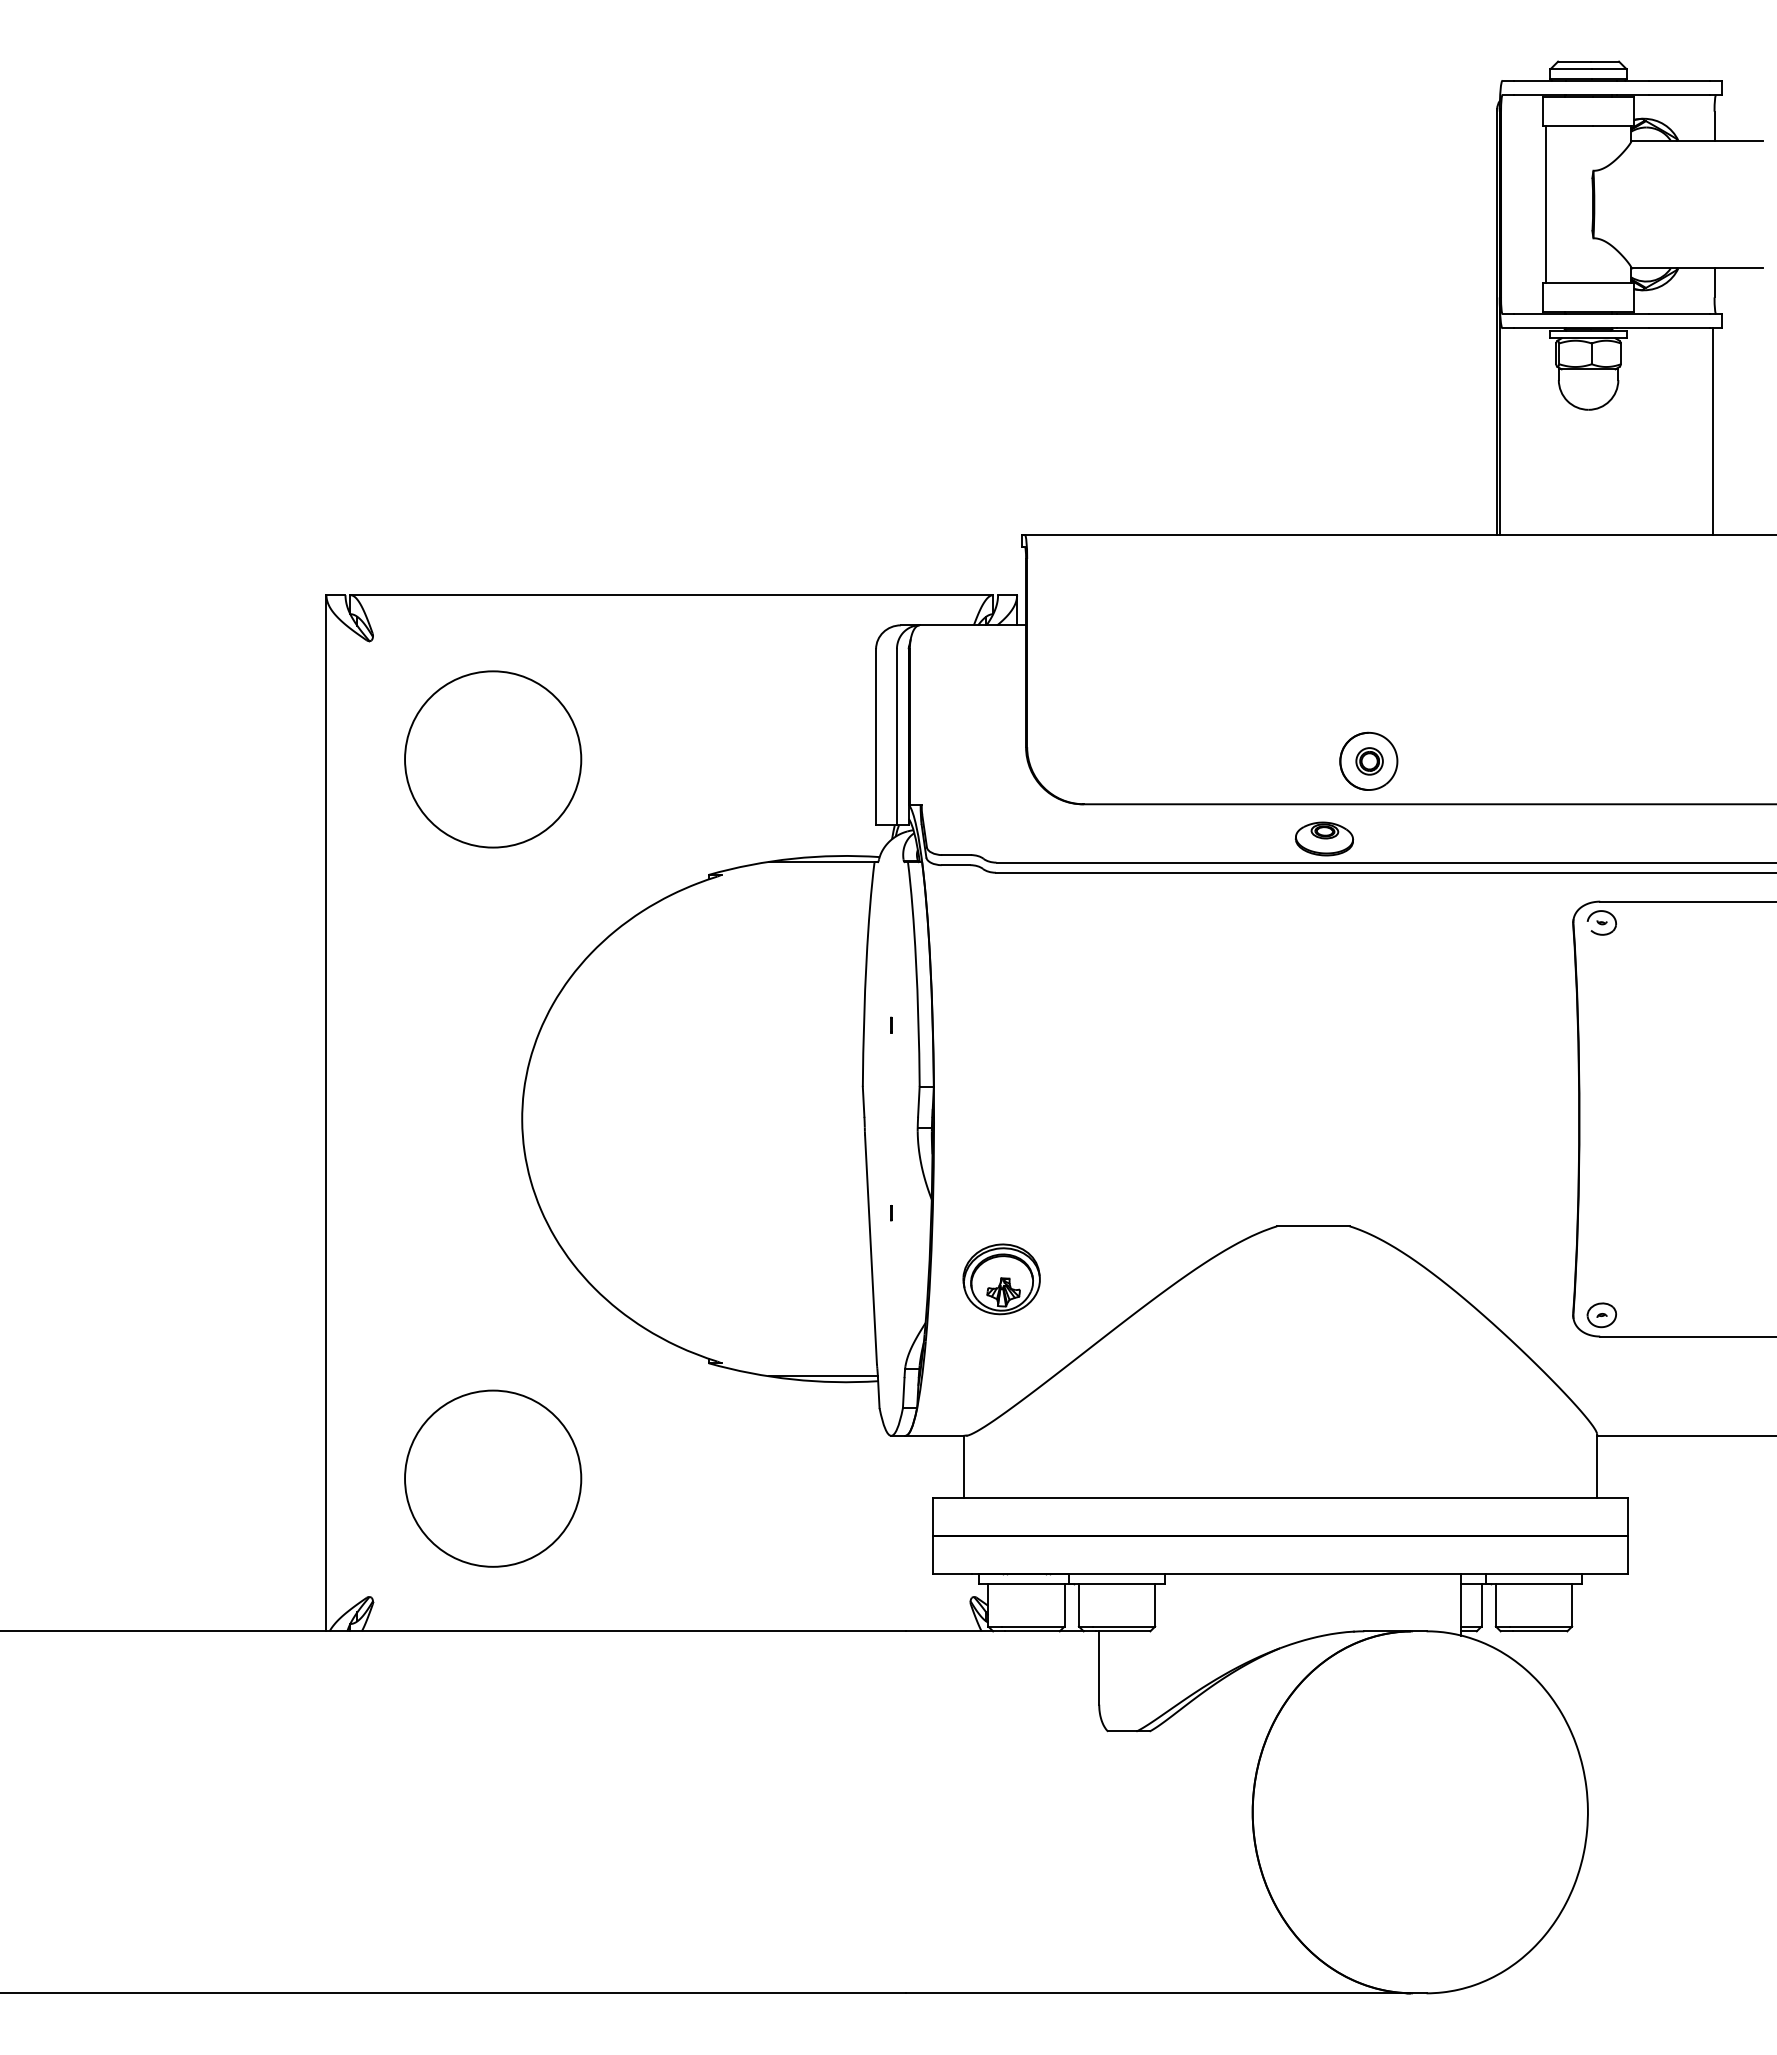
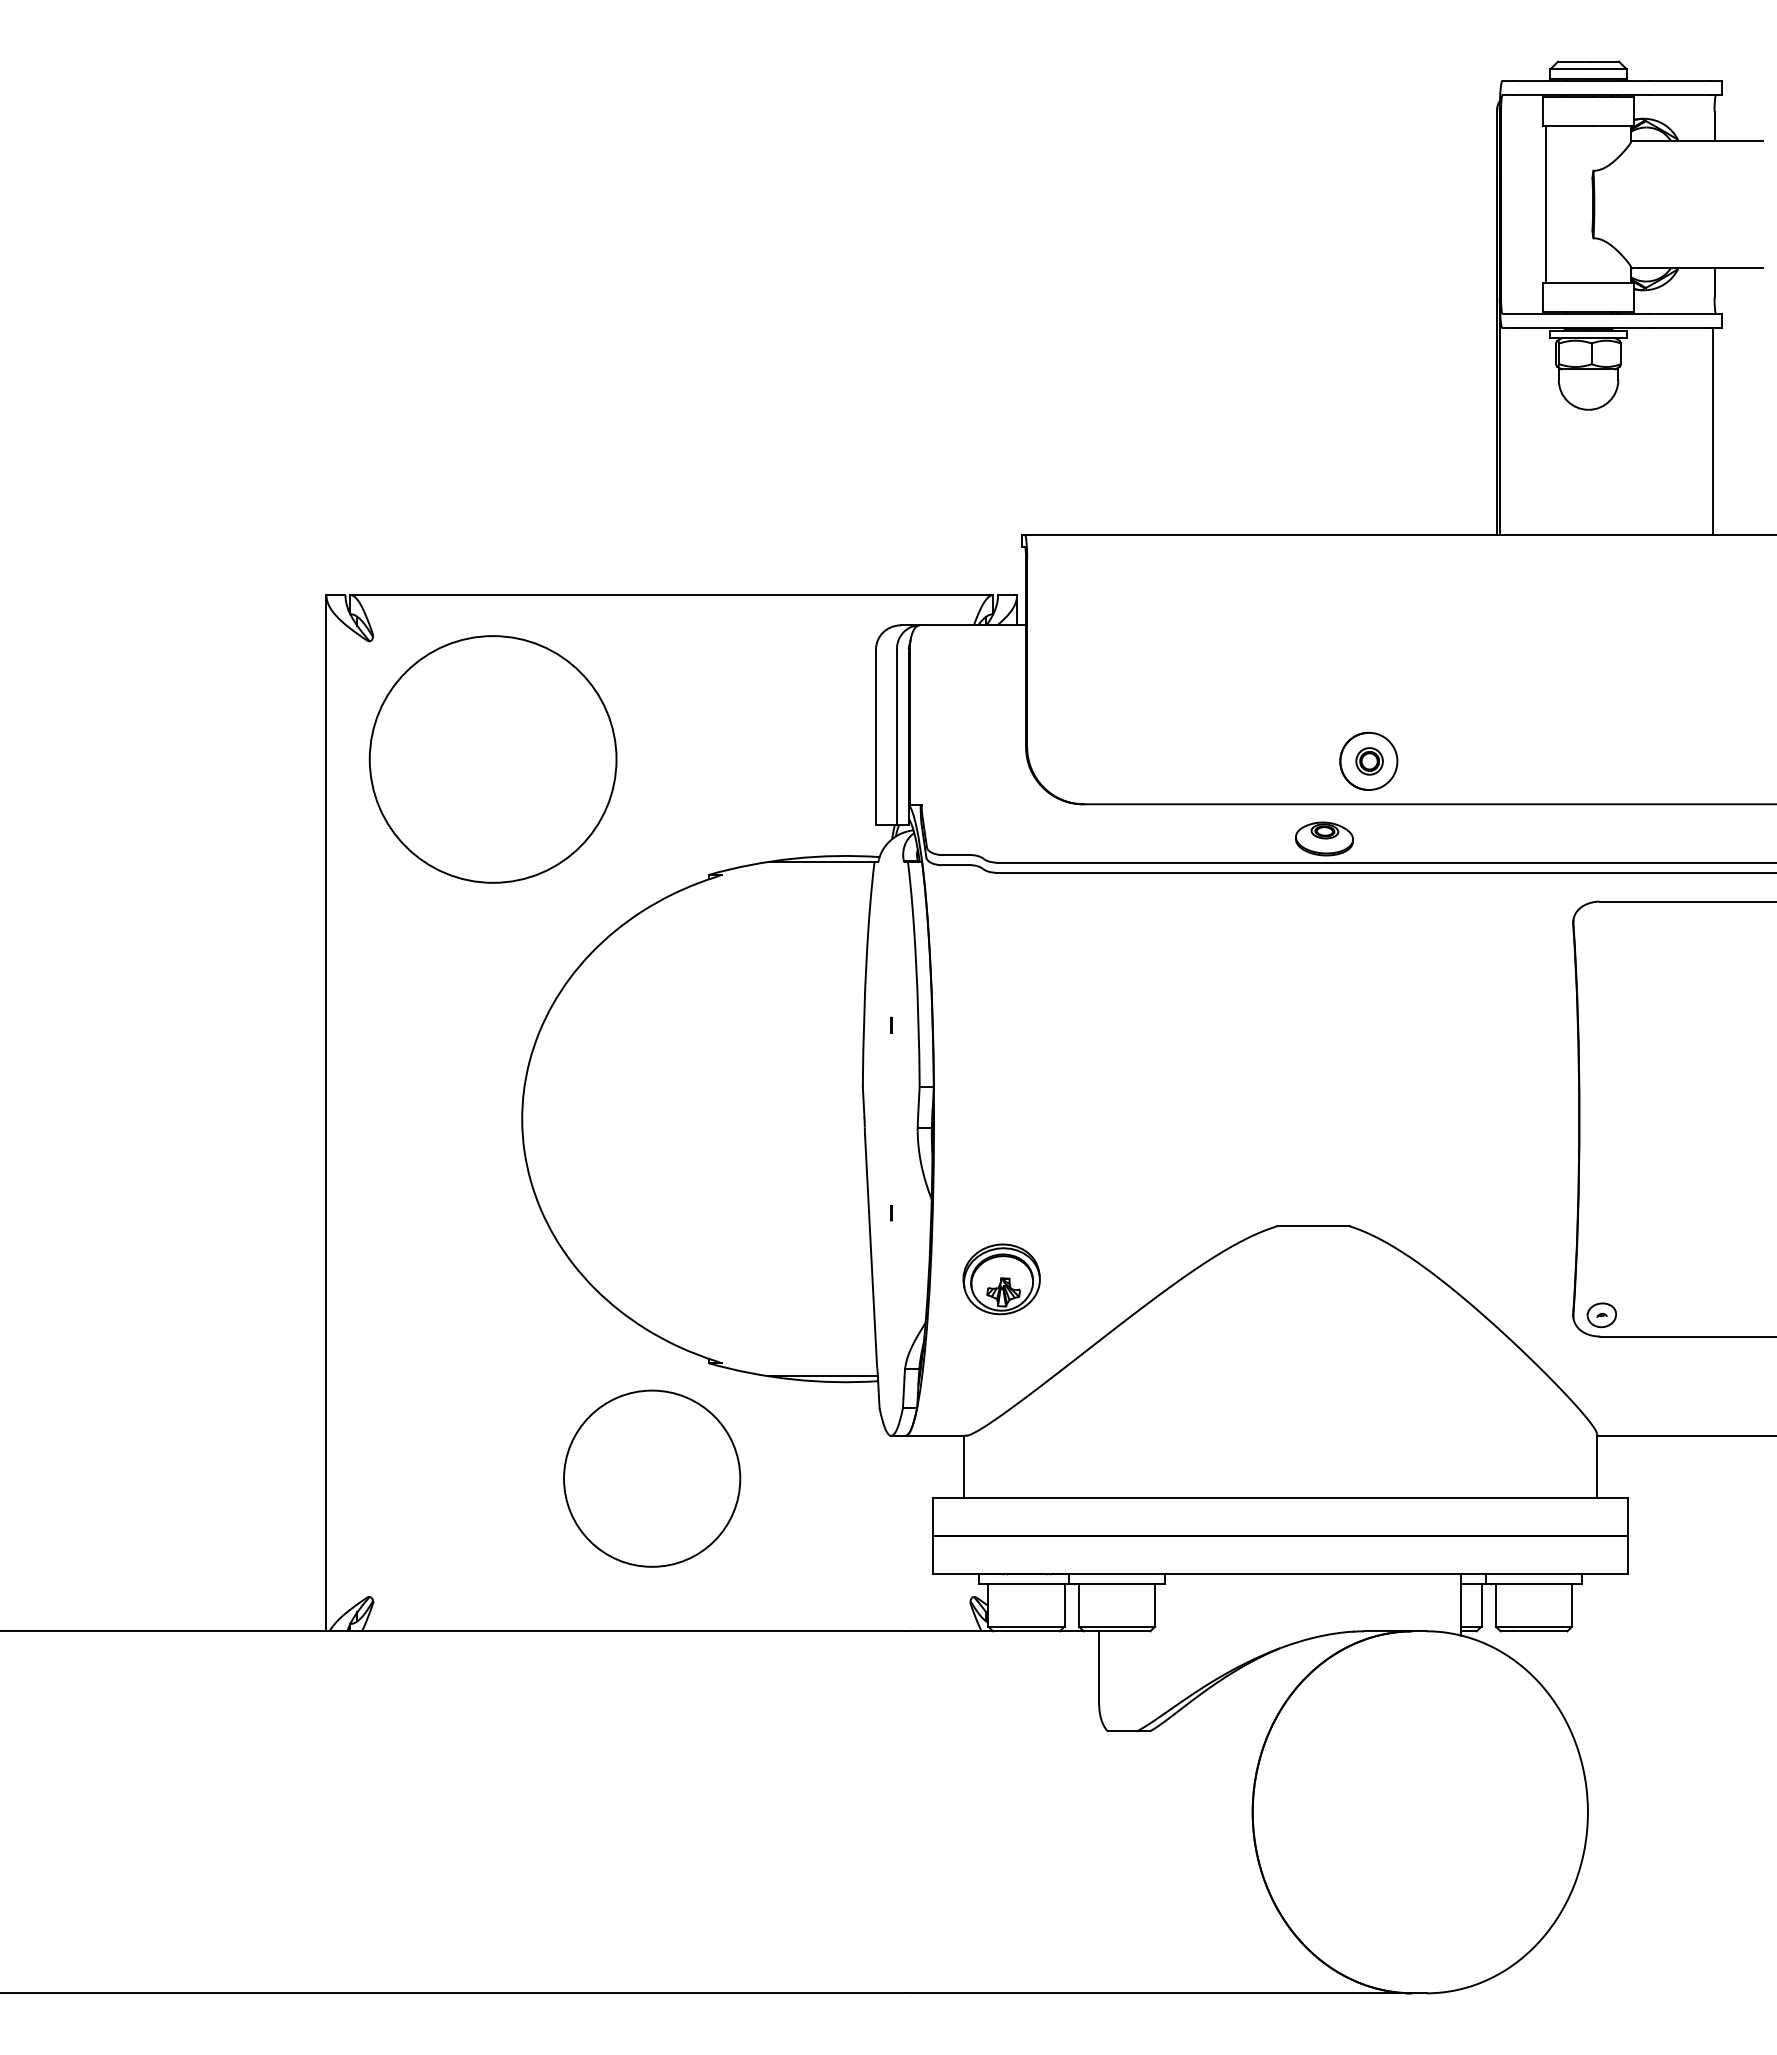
circle at (493, 759) diameter: 176 px -> 247 px
part at (1601, 922): present -> none
circle at (493, 1478) position: (493, 1478) -> (652, 1478)
